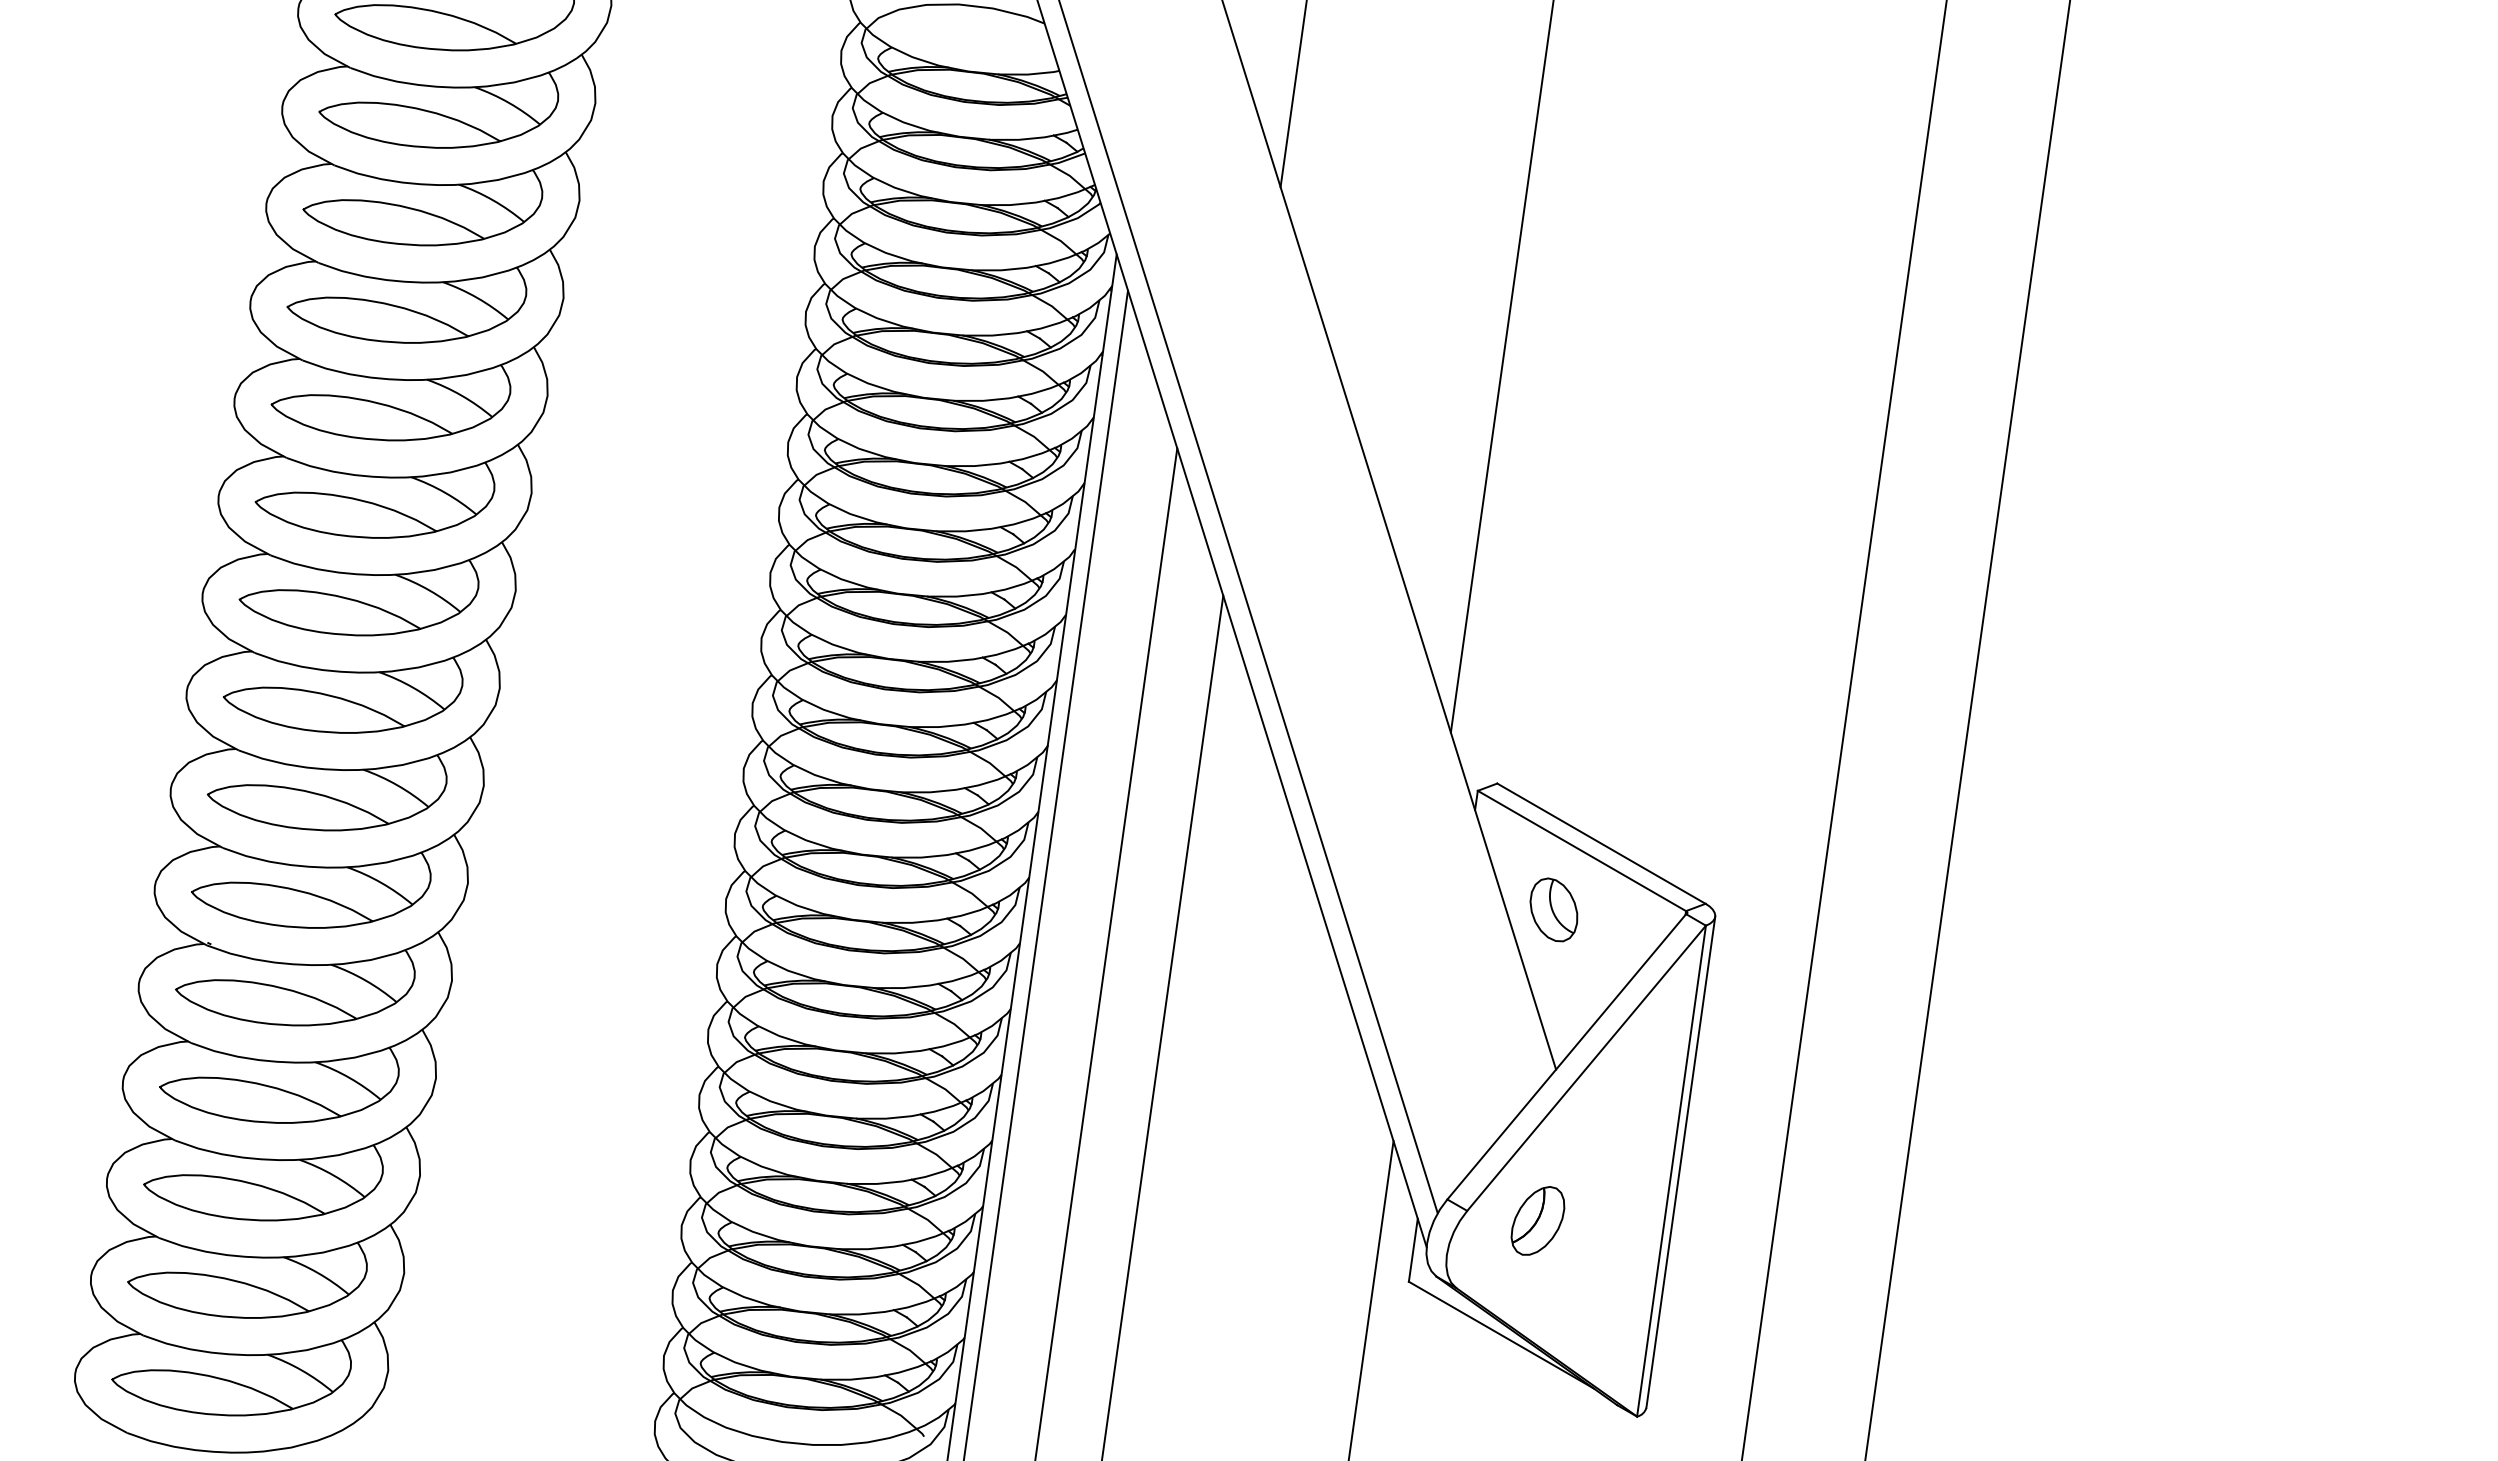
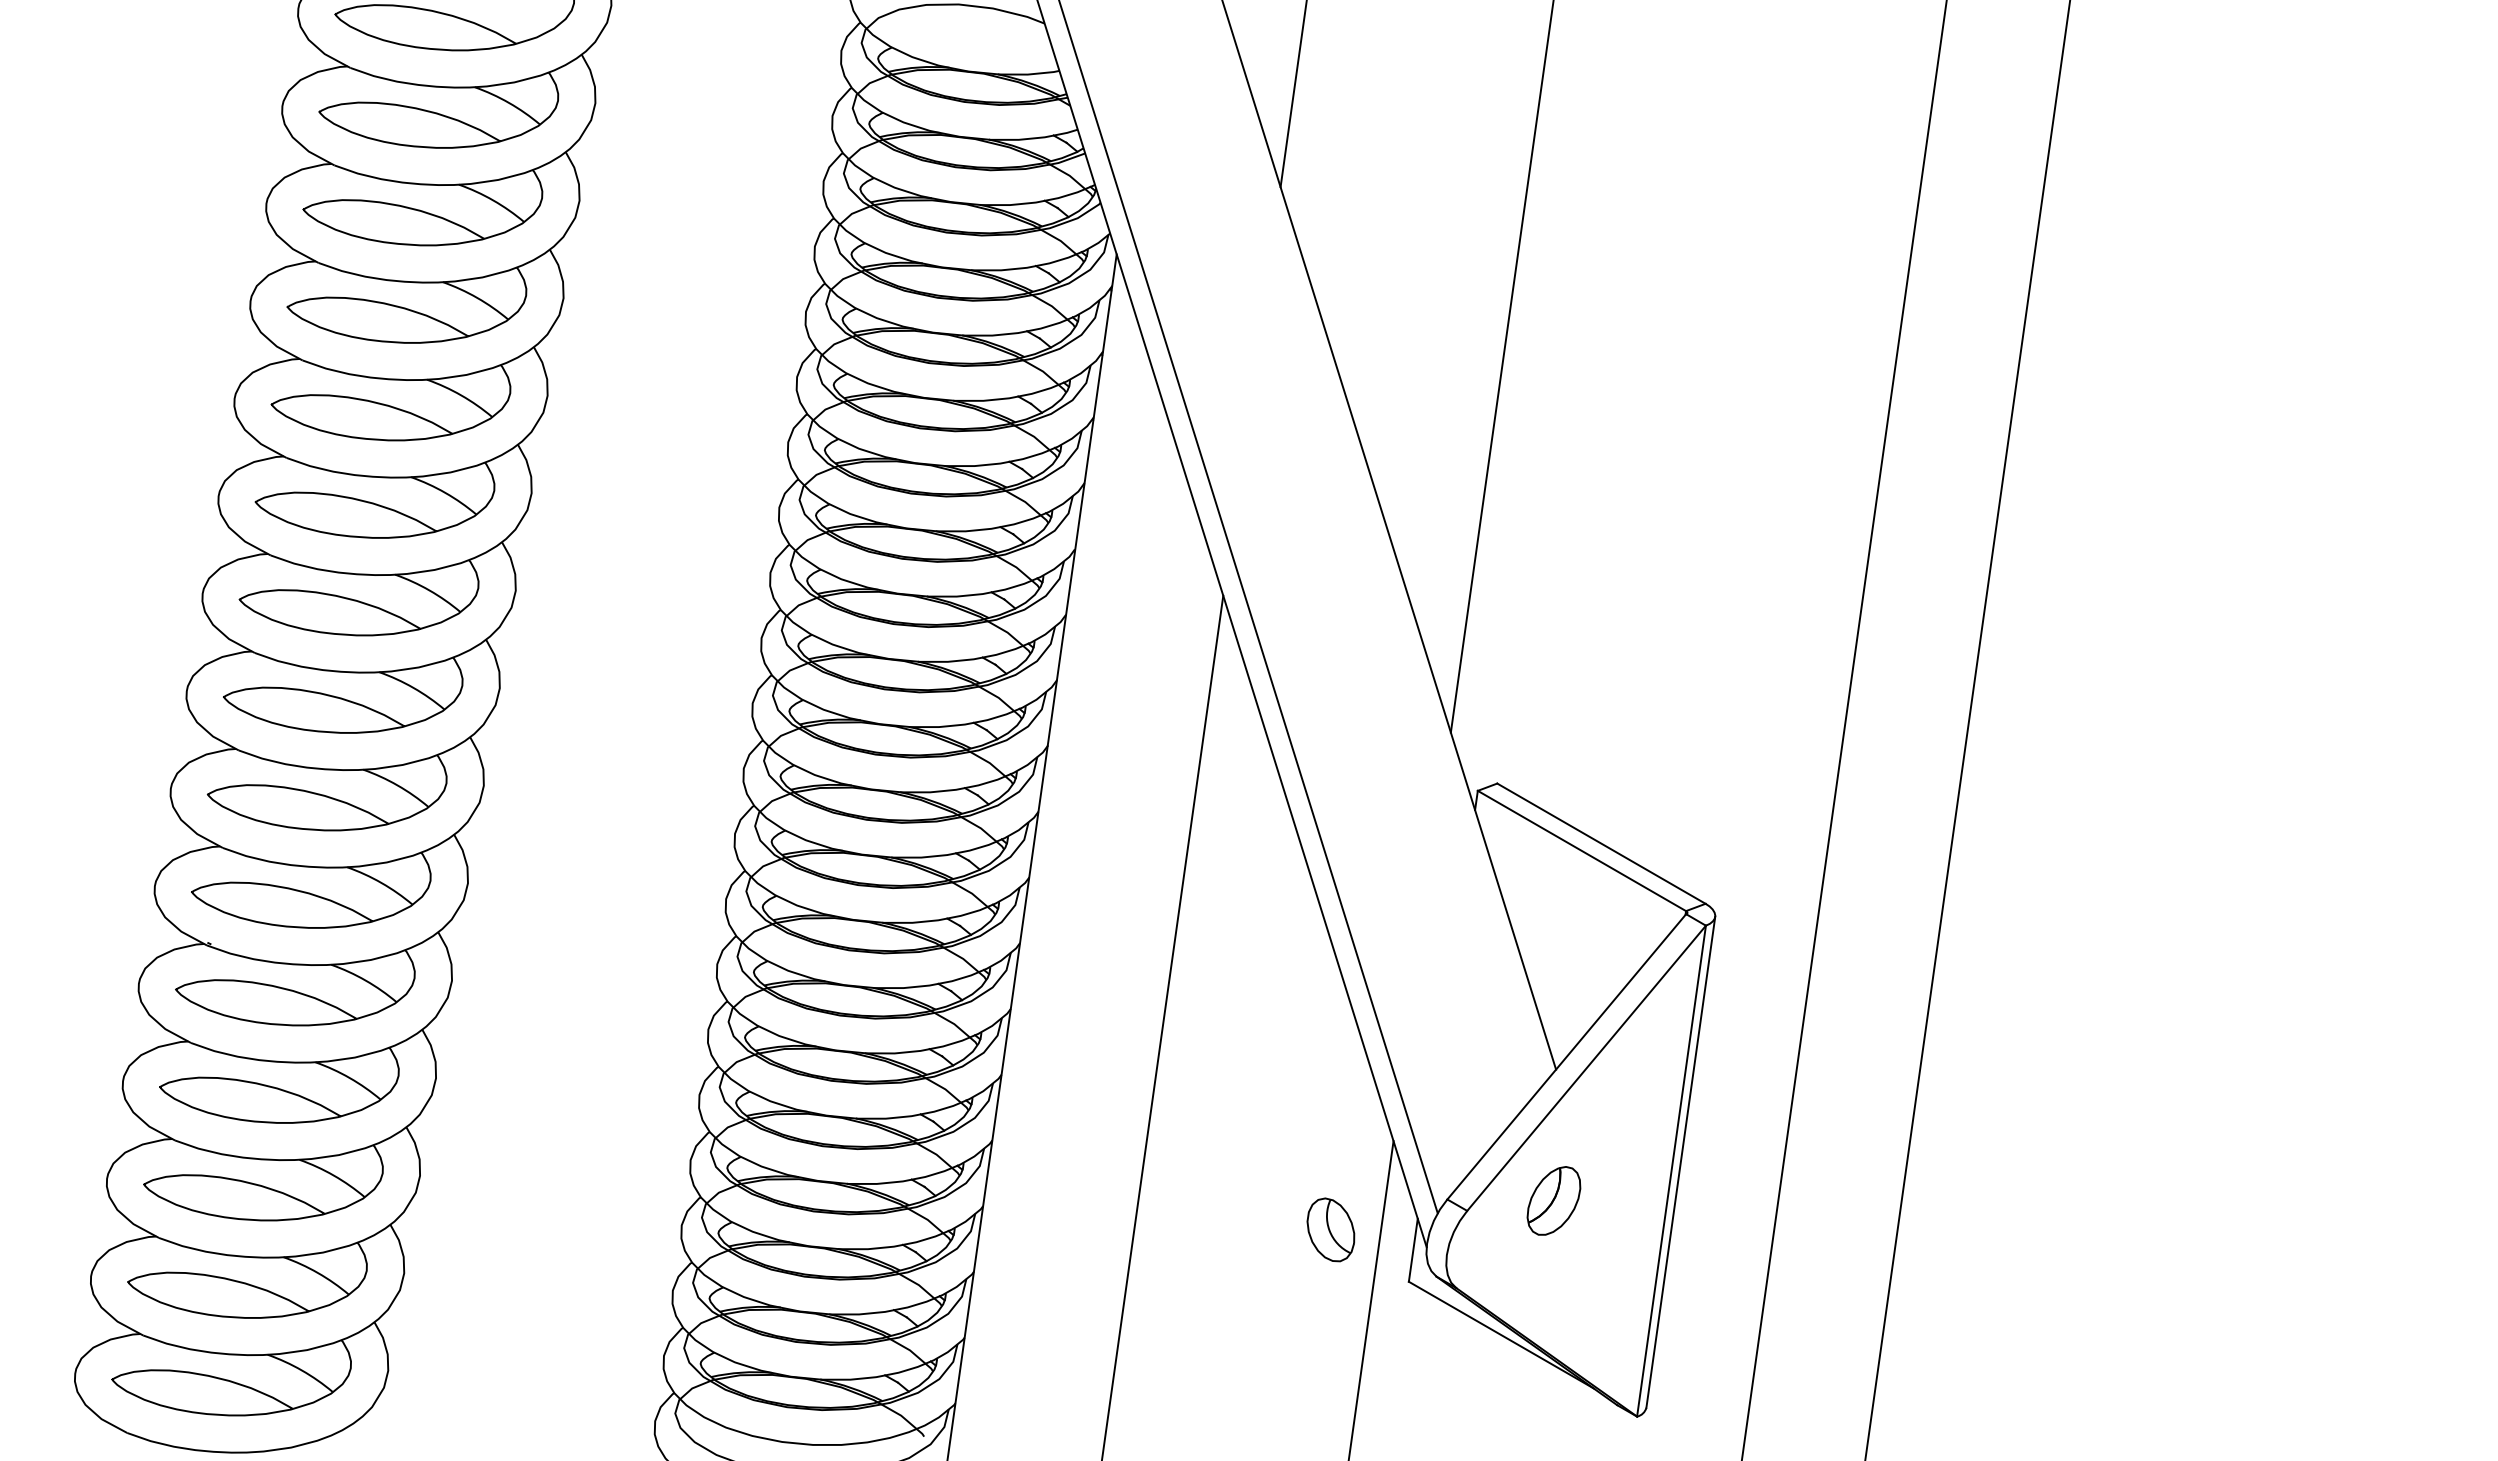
line at (1046, 873): present -> none
part at (1553, 909) position: (1553, 909) -> (1330, 1229)
line at (1106, 952): present -> none
part at (1537, 1220) position: (1537, 1220) -> (1553, 1200)
